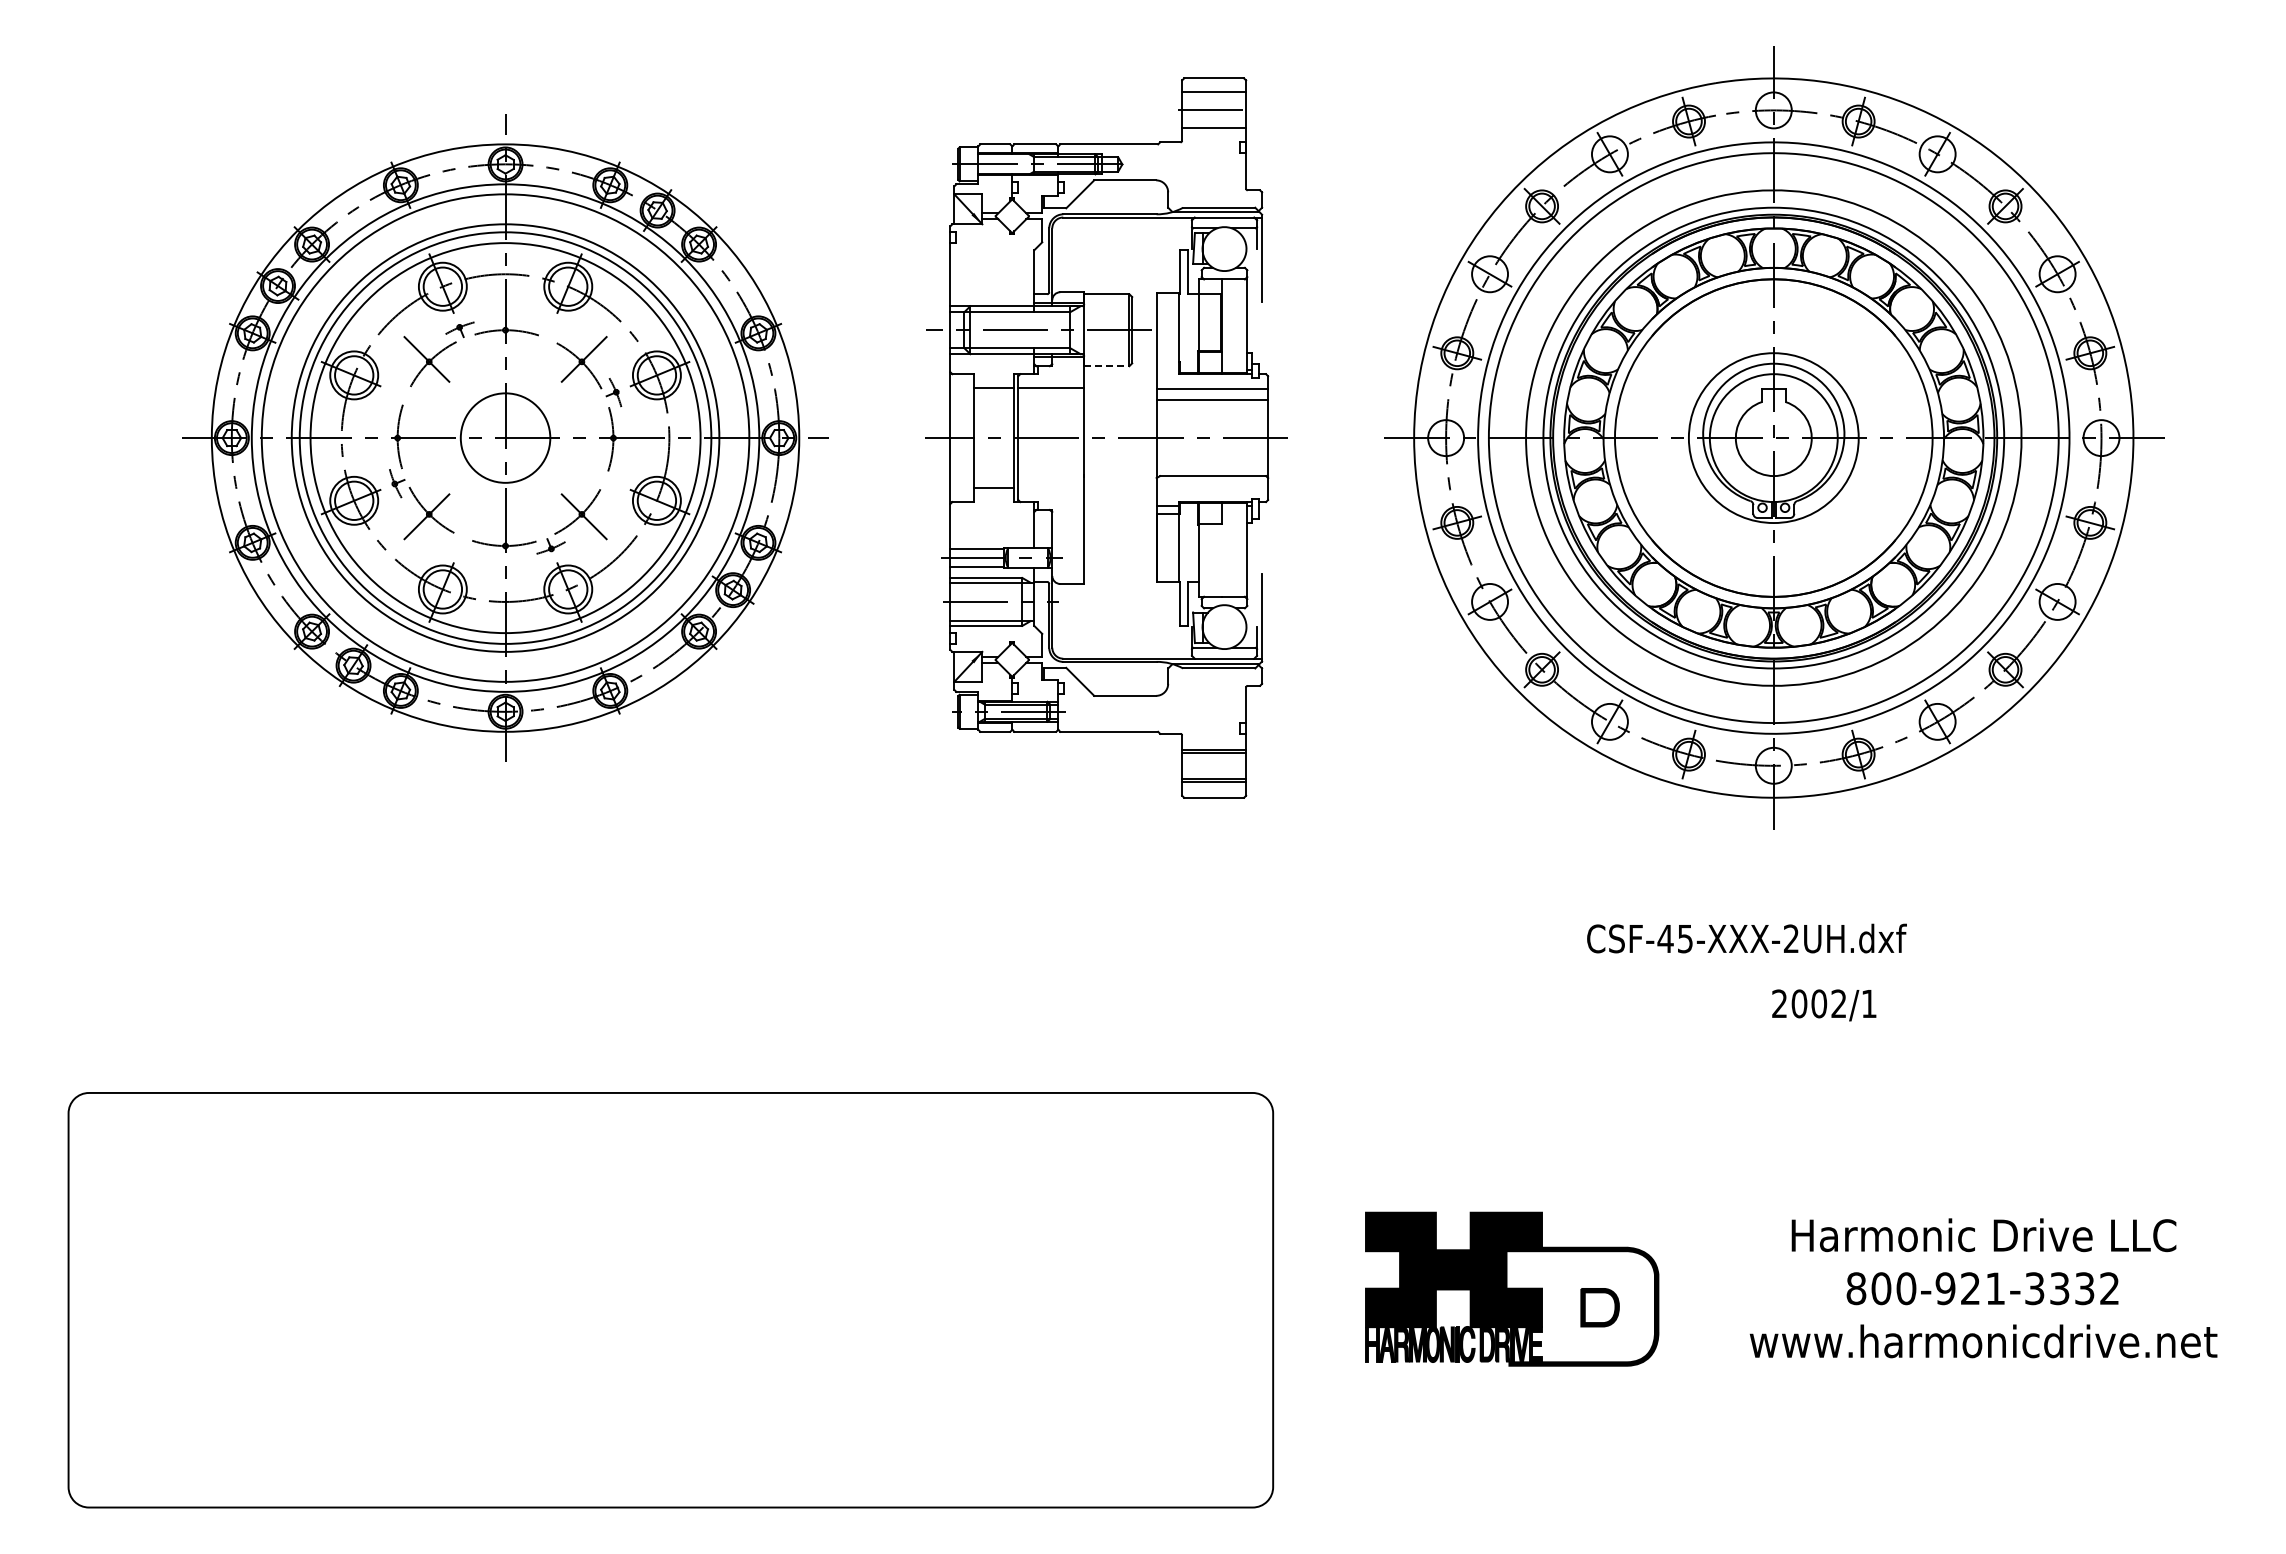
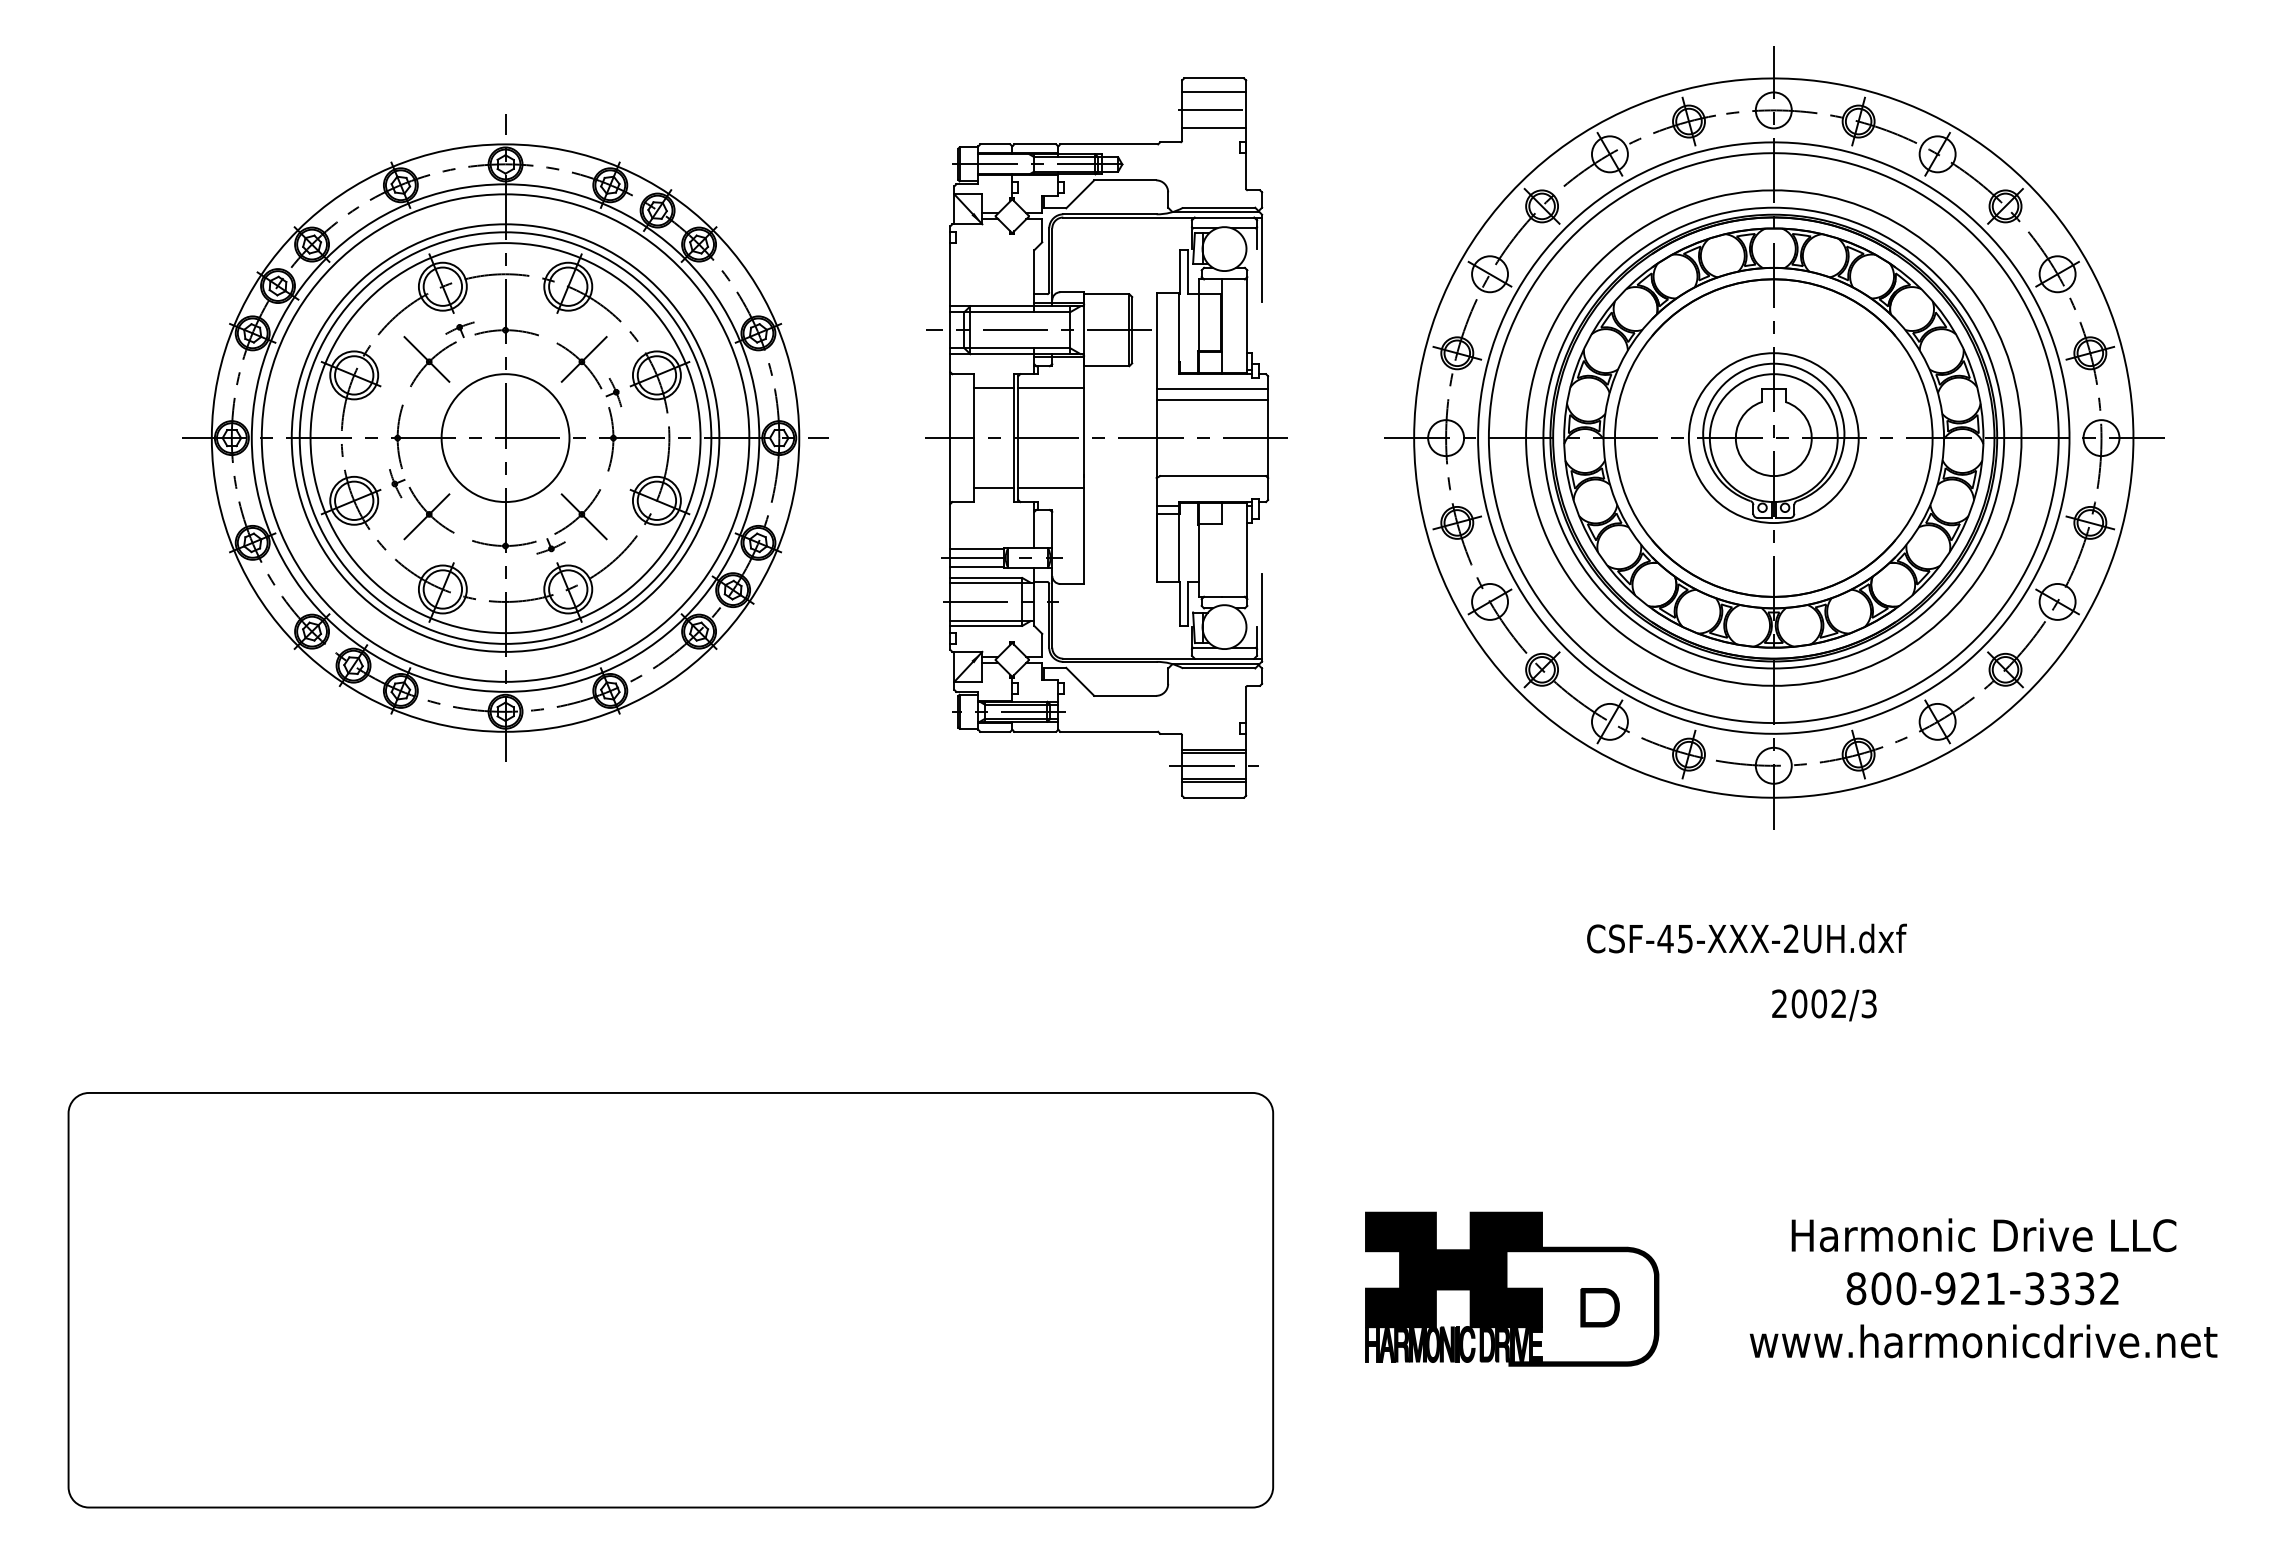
line at (1106, 366): dashed -> solid
circle at (505, 437) diameter: 90 px -> 128 px
line at (1051, 488): none -> present
line at (1213, 765): none -> present
text at (1868, 1003): 2002/1 -> 2002/3
